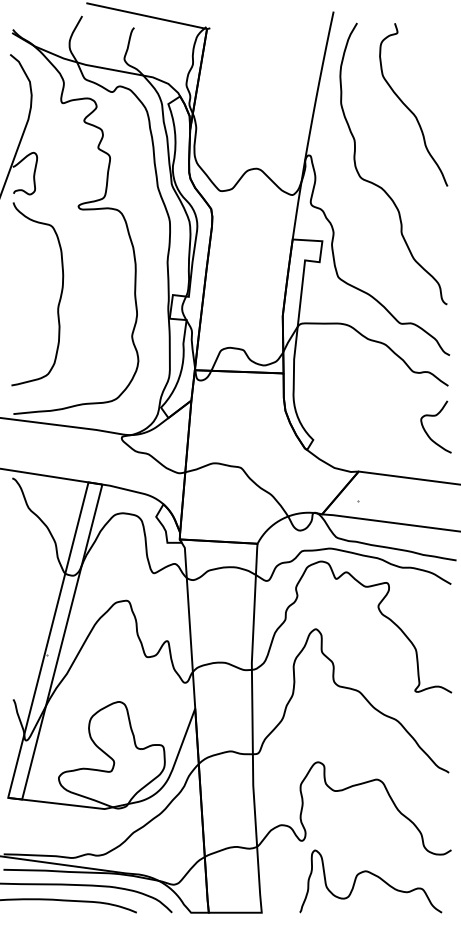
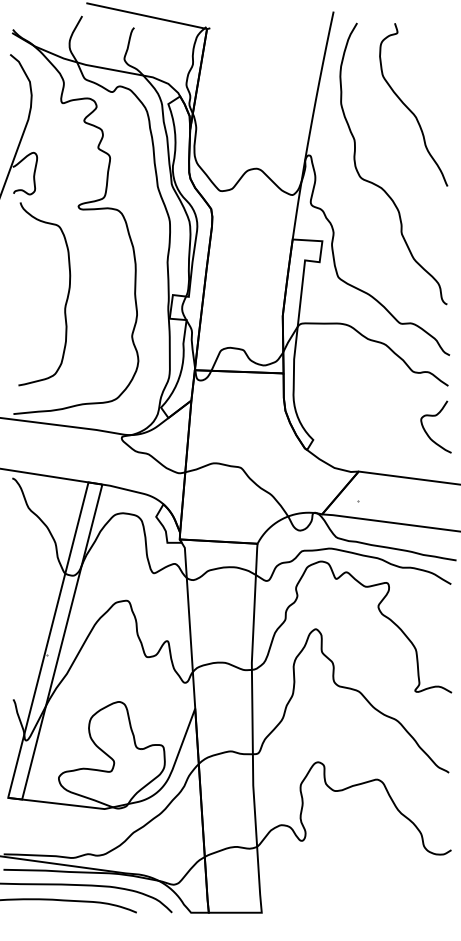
curve at (58, 301) position: (58, 301) -> (65, 301)
curve at (373, 875): present -> none
